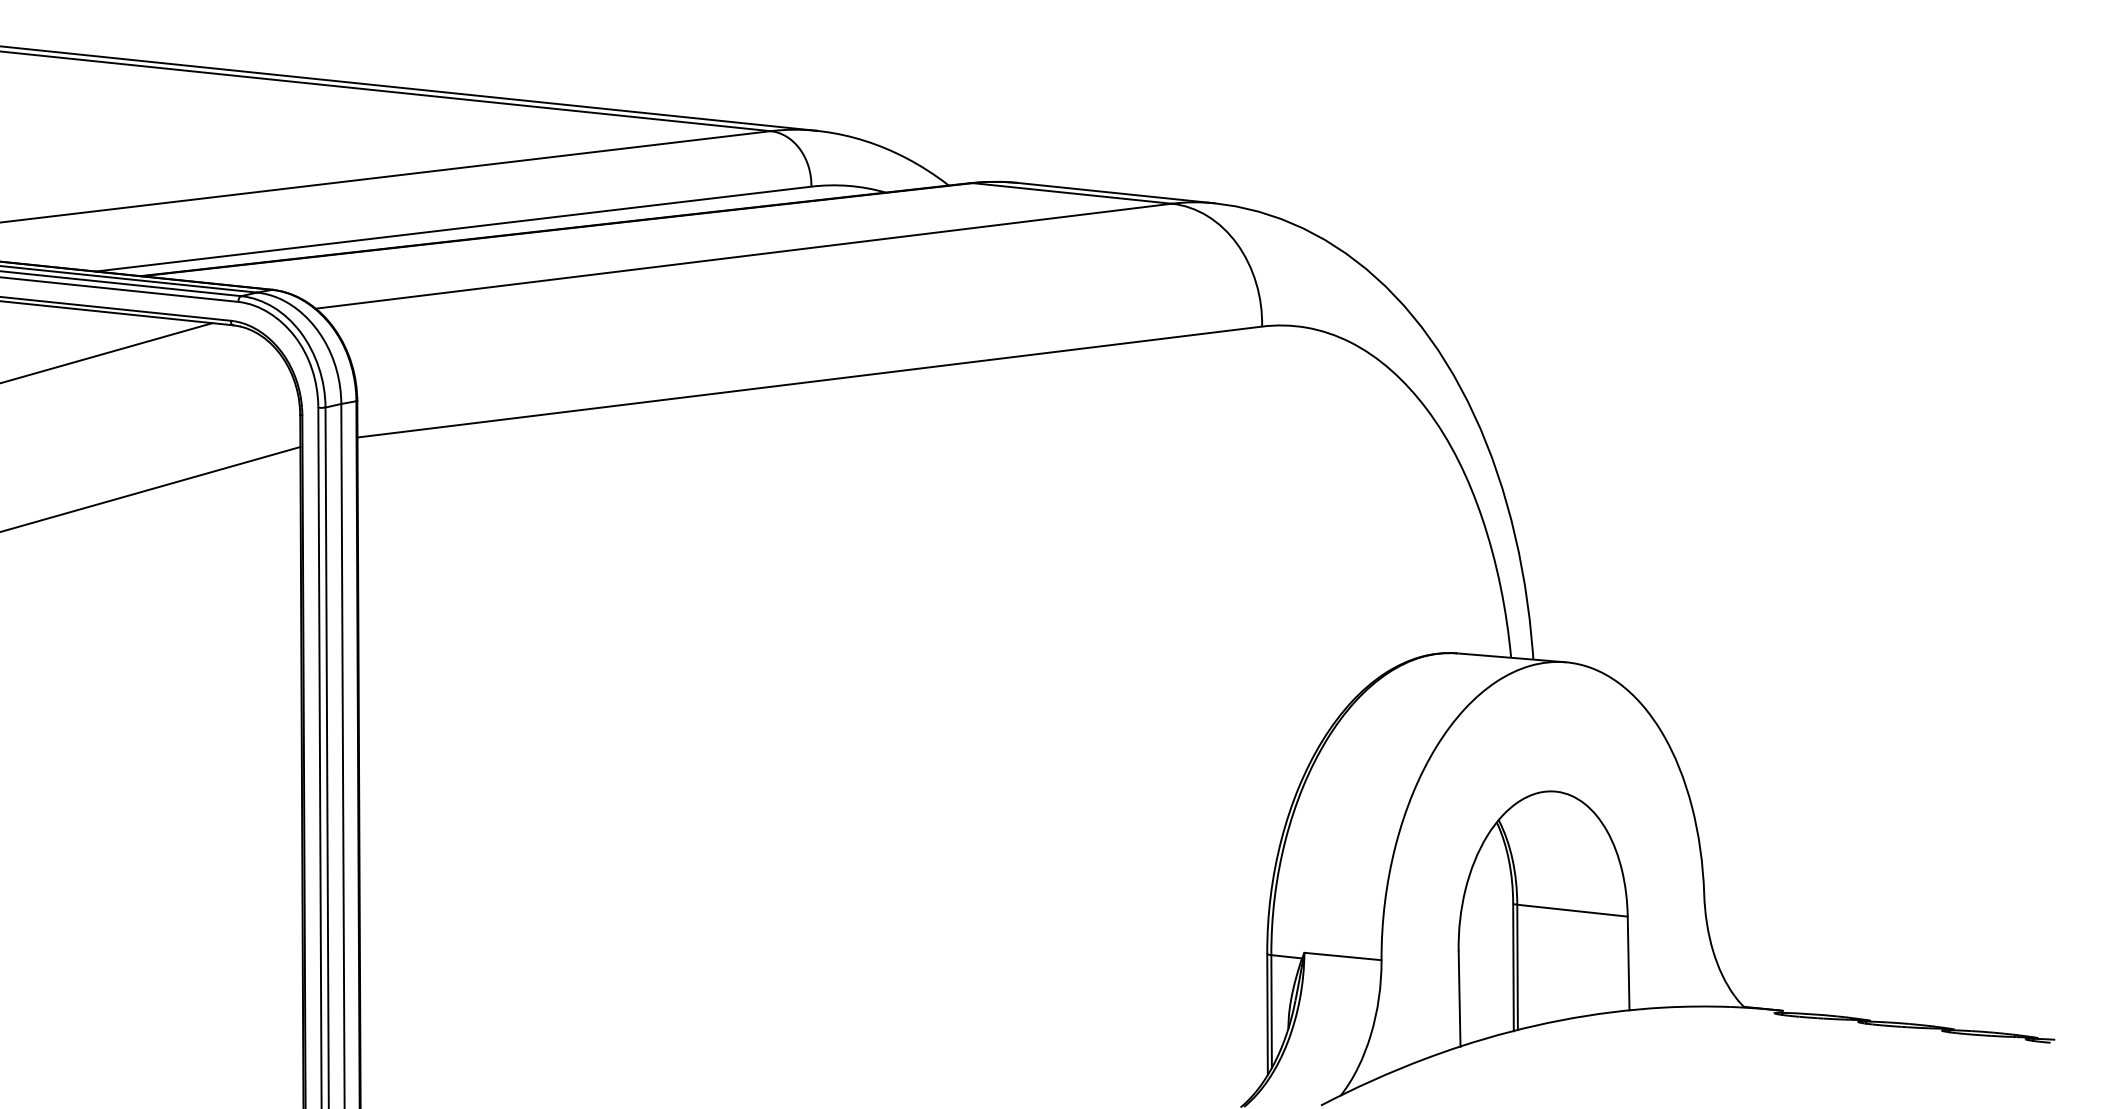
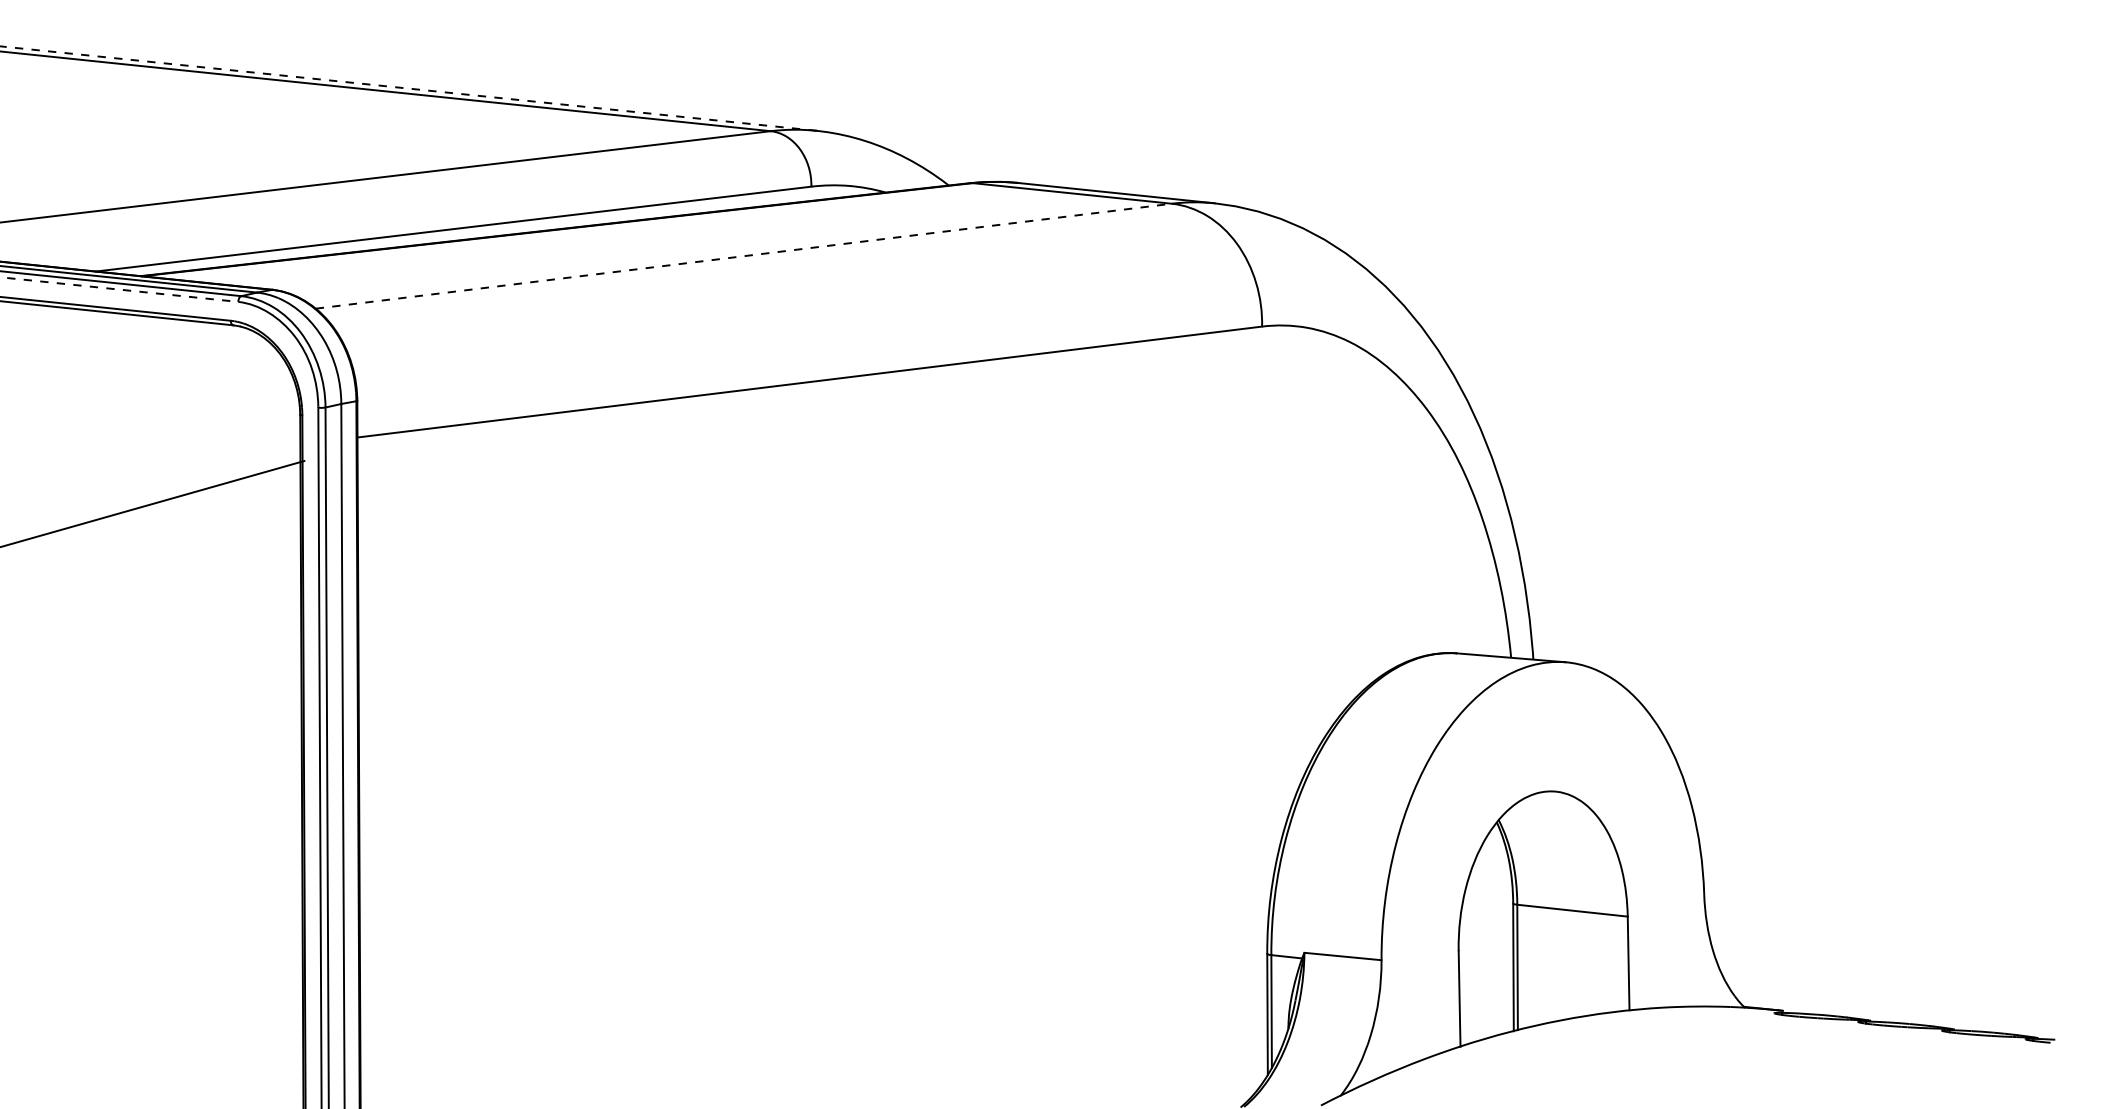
line at (408, 88): solid -> dashed
line at (744, 256): solid -> dashed
line at (119, 289): solid -> dashed
line at (107, 352): present -> none
line at (151, 488) position: (151, 488) -> (153, 503)
